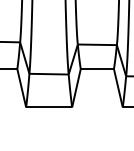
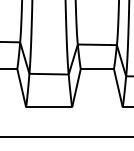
line at (66, 137): none -> present
